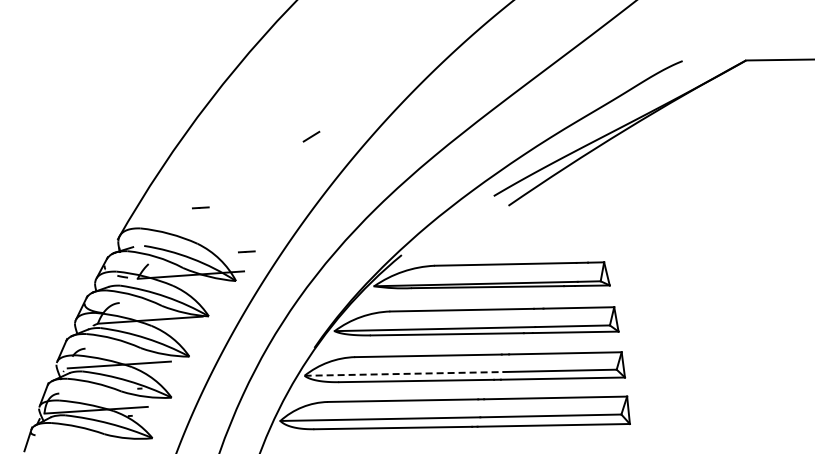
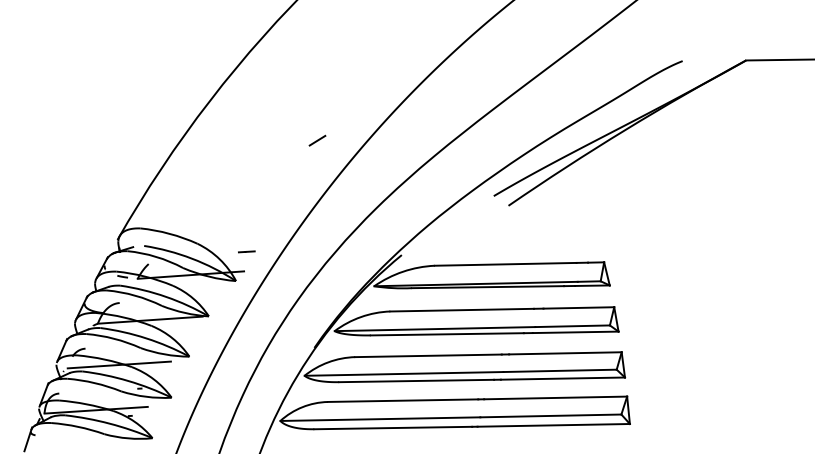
line at (311, 136) position: (311, 136) -> (317, 140)
line at (200, 207): present -> none
line at (404, 373): dashed -> solid
